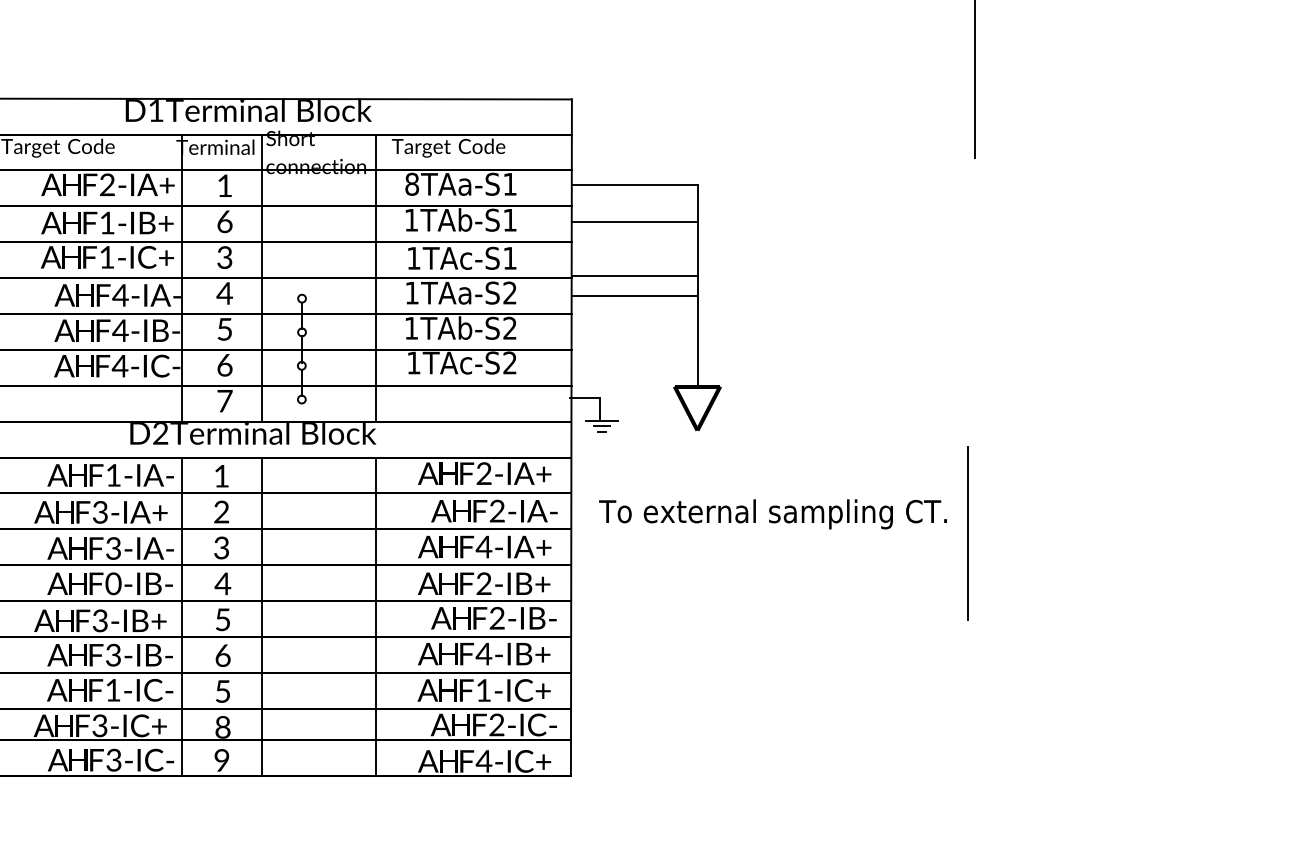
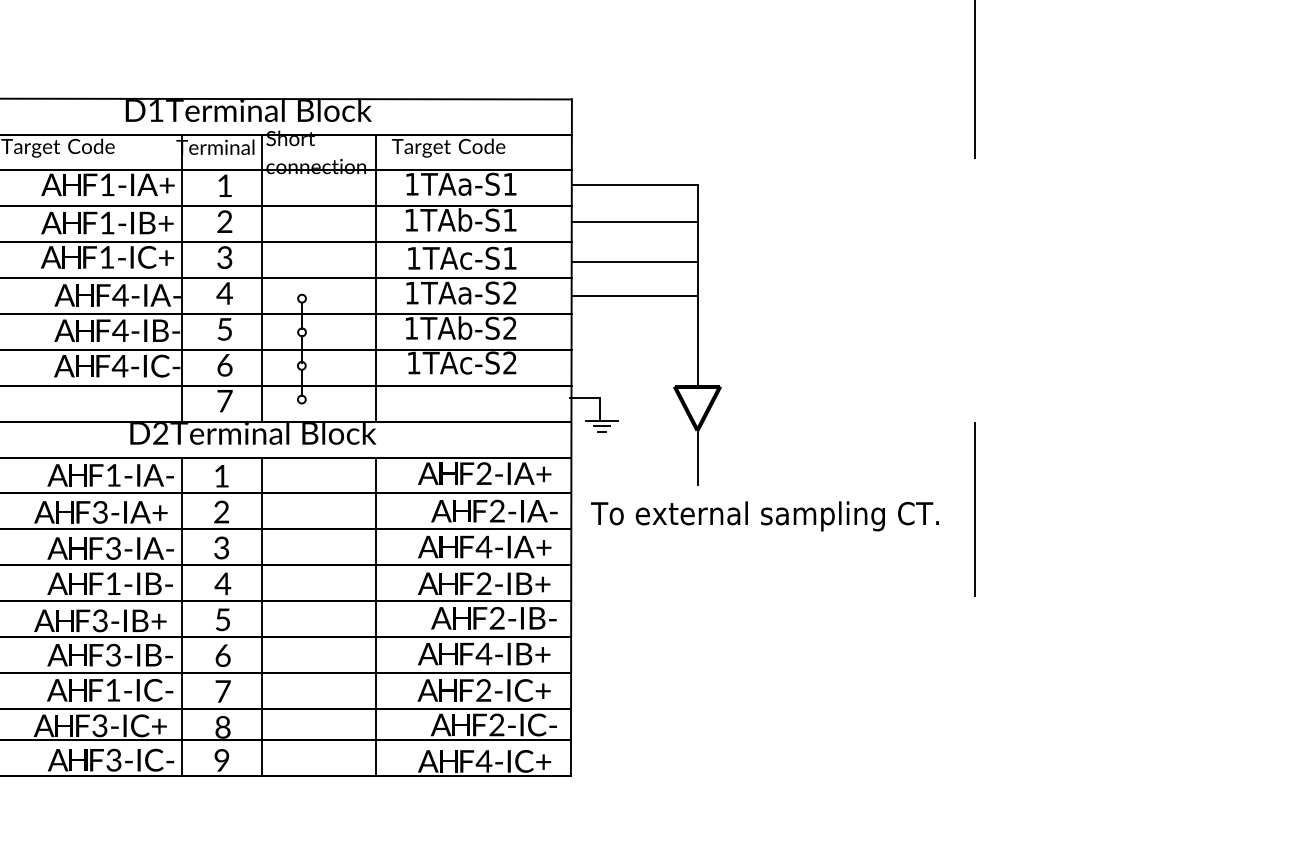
text at (412, 183): 8TAa-S1 -> 1TAa-S1
text at (107, 184): F2-IA+ -> F1-IA+
text at (224, 221): 6 -> 2
line at (635, 276) position: (635, 276) -> (635, 262)
line at (697, 457): none -> present
text at (772, 514) position: (772, 514) -> (764, 516)
line at (967, 533) position: (967, 533) -> (974, 509)
text at (113, 583): F0-IB- -> F1-IB-
text at (483, 690): F1-IC+ -> F2-IC+
text at (222, 691): 5 -> 7
